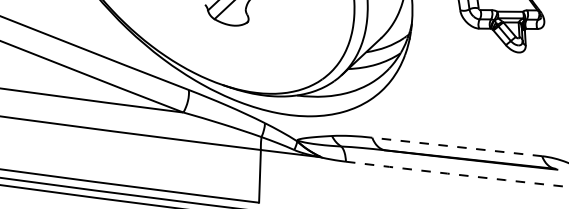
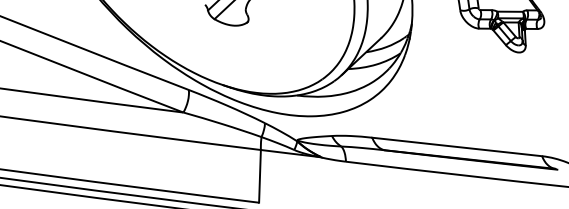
line at (456, 146): dashed -> solid
arc at (458, 174): dashed -> solid
